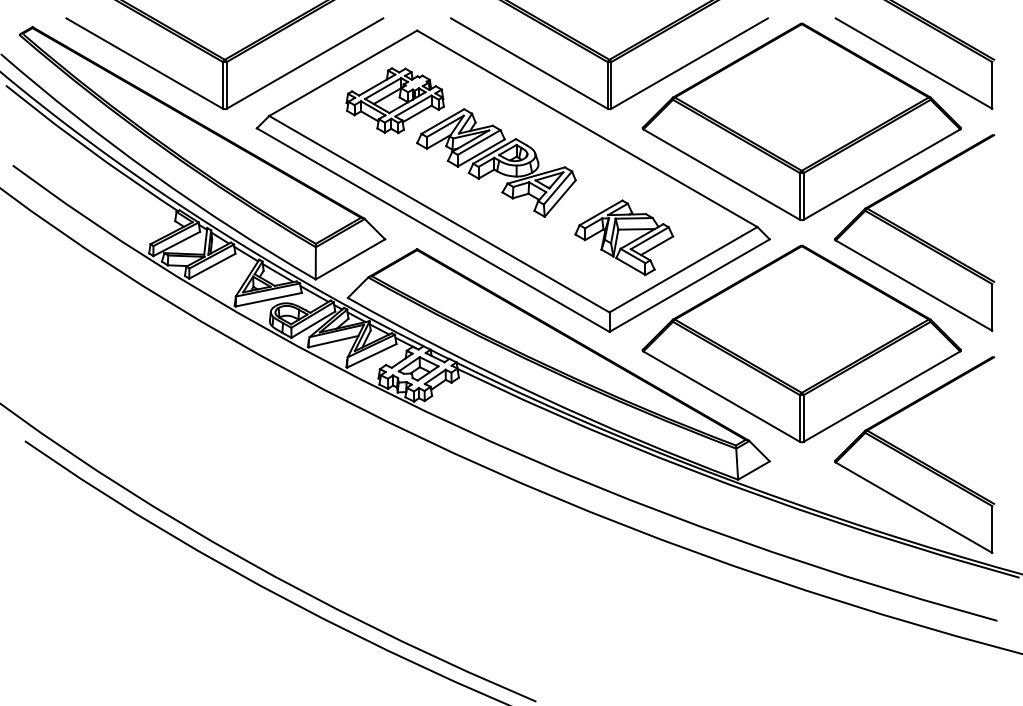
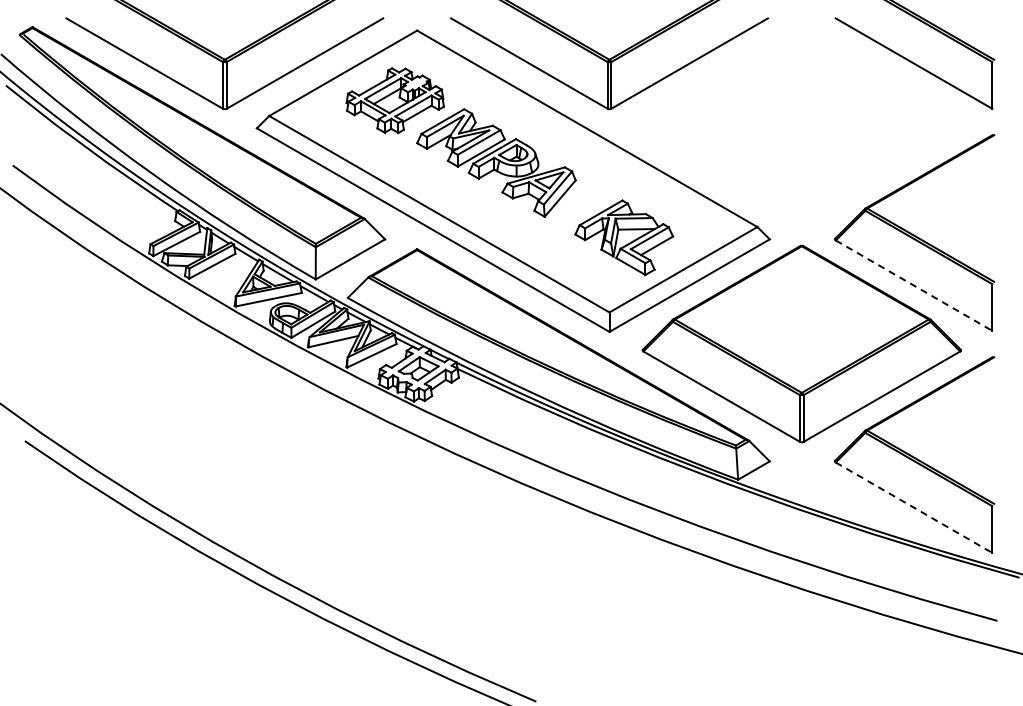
part at (801, 121): present -> none
line at (914, 285): solid -> dashed
line at (914, 507): solid -> dashed
